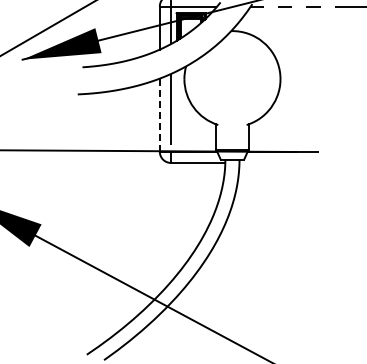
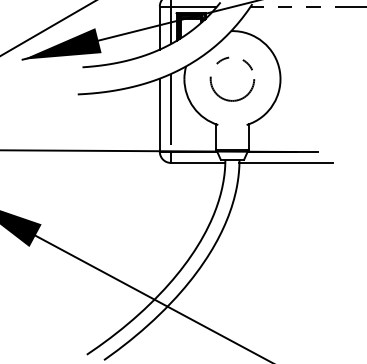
circle at (232, 78): none -> present
line at (159, 115): dashed -> solid
line at (286, 162): none -> present
